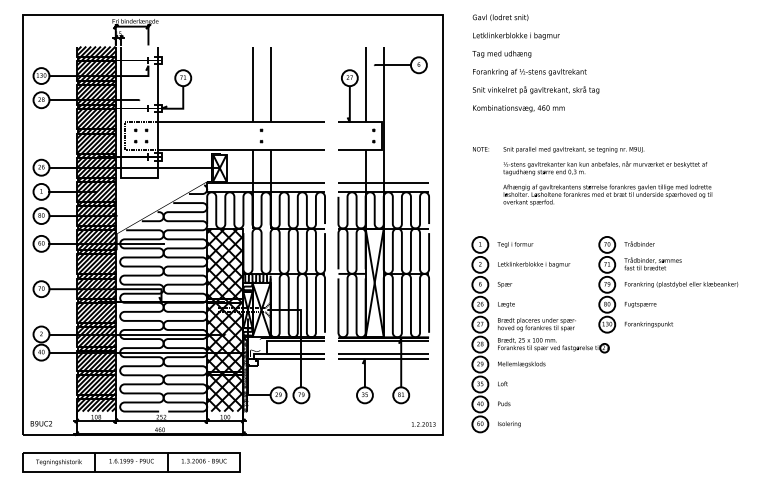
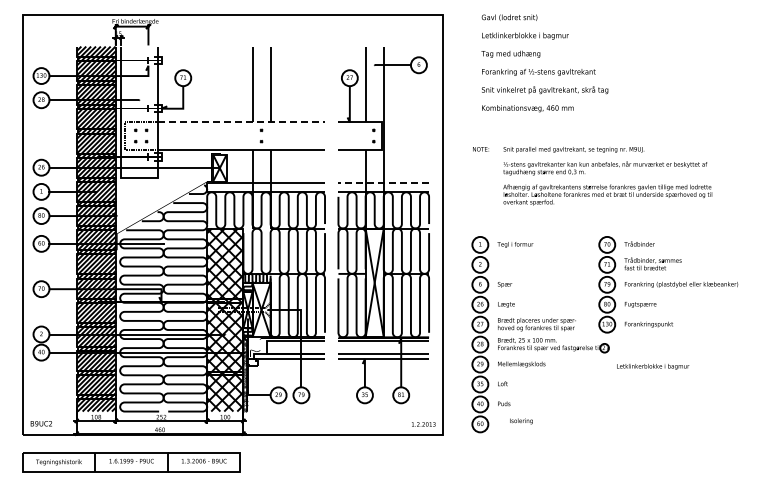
text at (535, 63) position: (535, 63) -> (544, 63)
line at (241, 122): solid -> dashed
line at (383, 183): solid -> dashed
text at (534, 264) position: (534, 264) -> (653, 366)
text at (509, 424) position: (509, 424) -> (521, 421)
